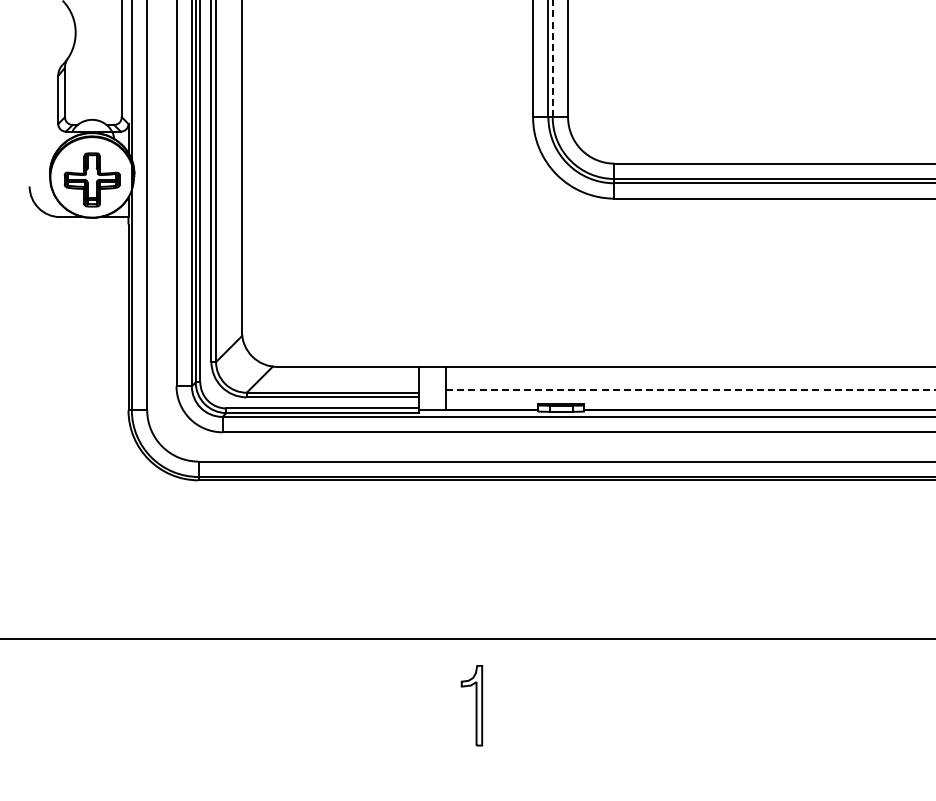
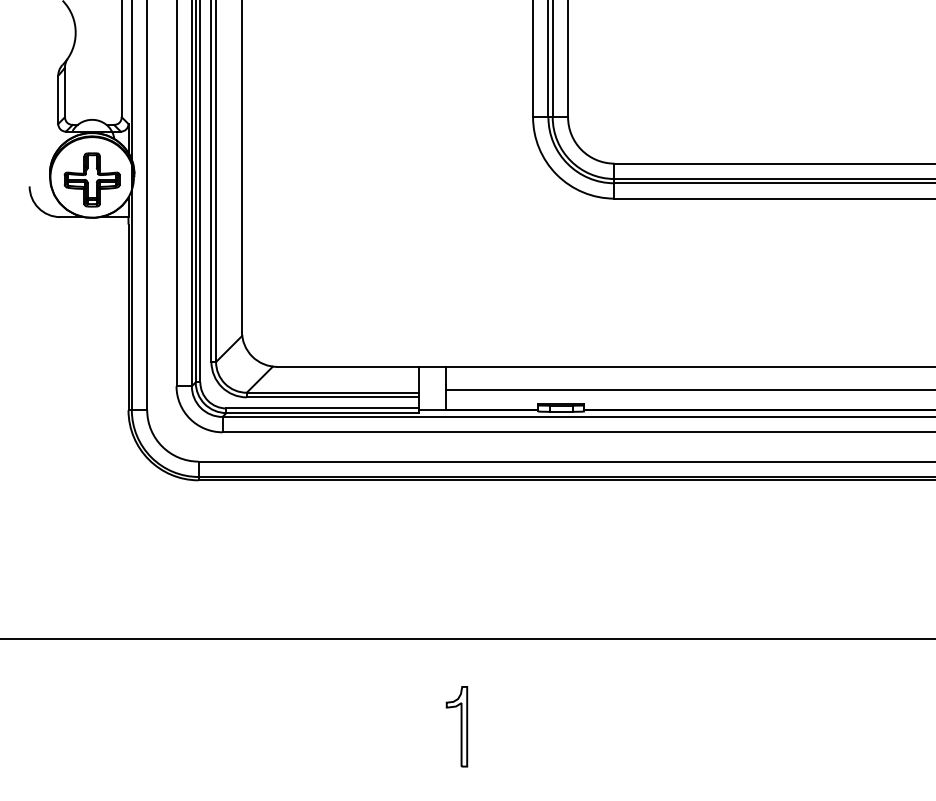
line at (552, 58): dashed -> solid
line at (691, 389): dashed -> solid
part at (471, 705) position: (471, 705) -> (456, 726)
